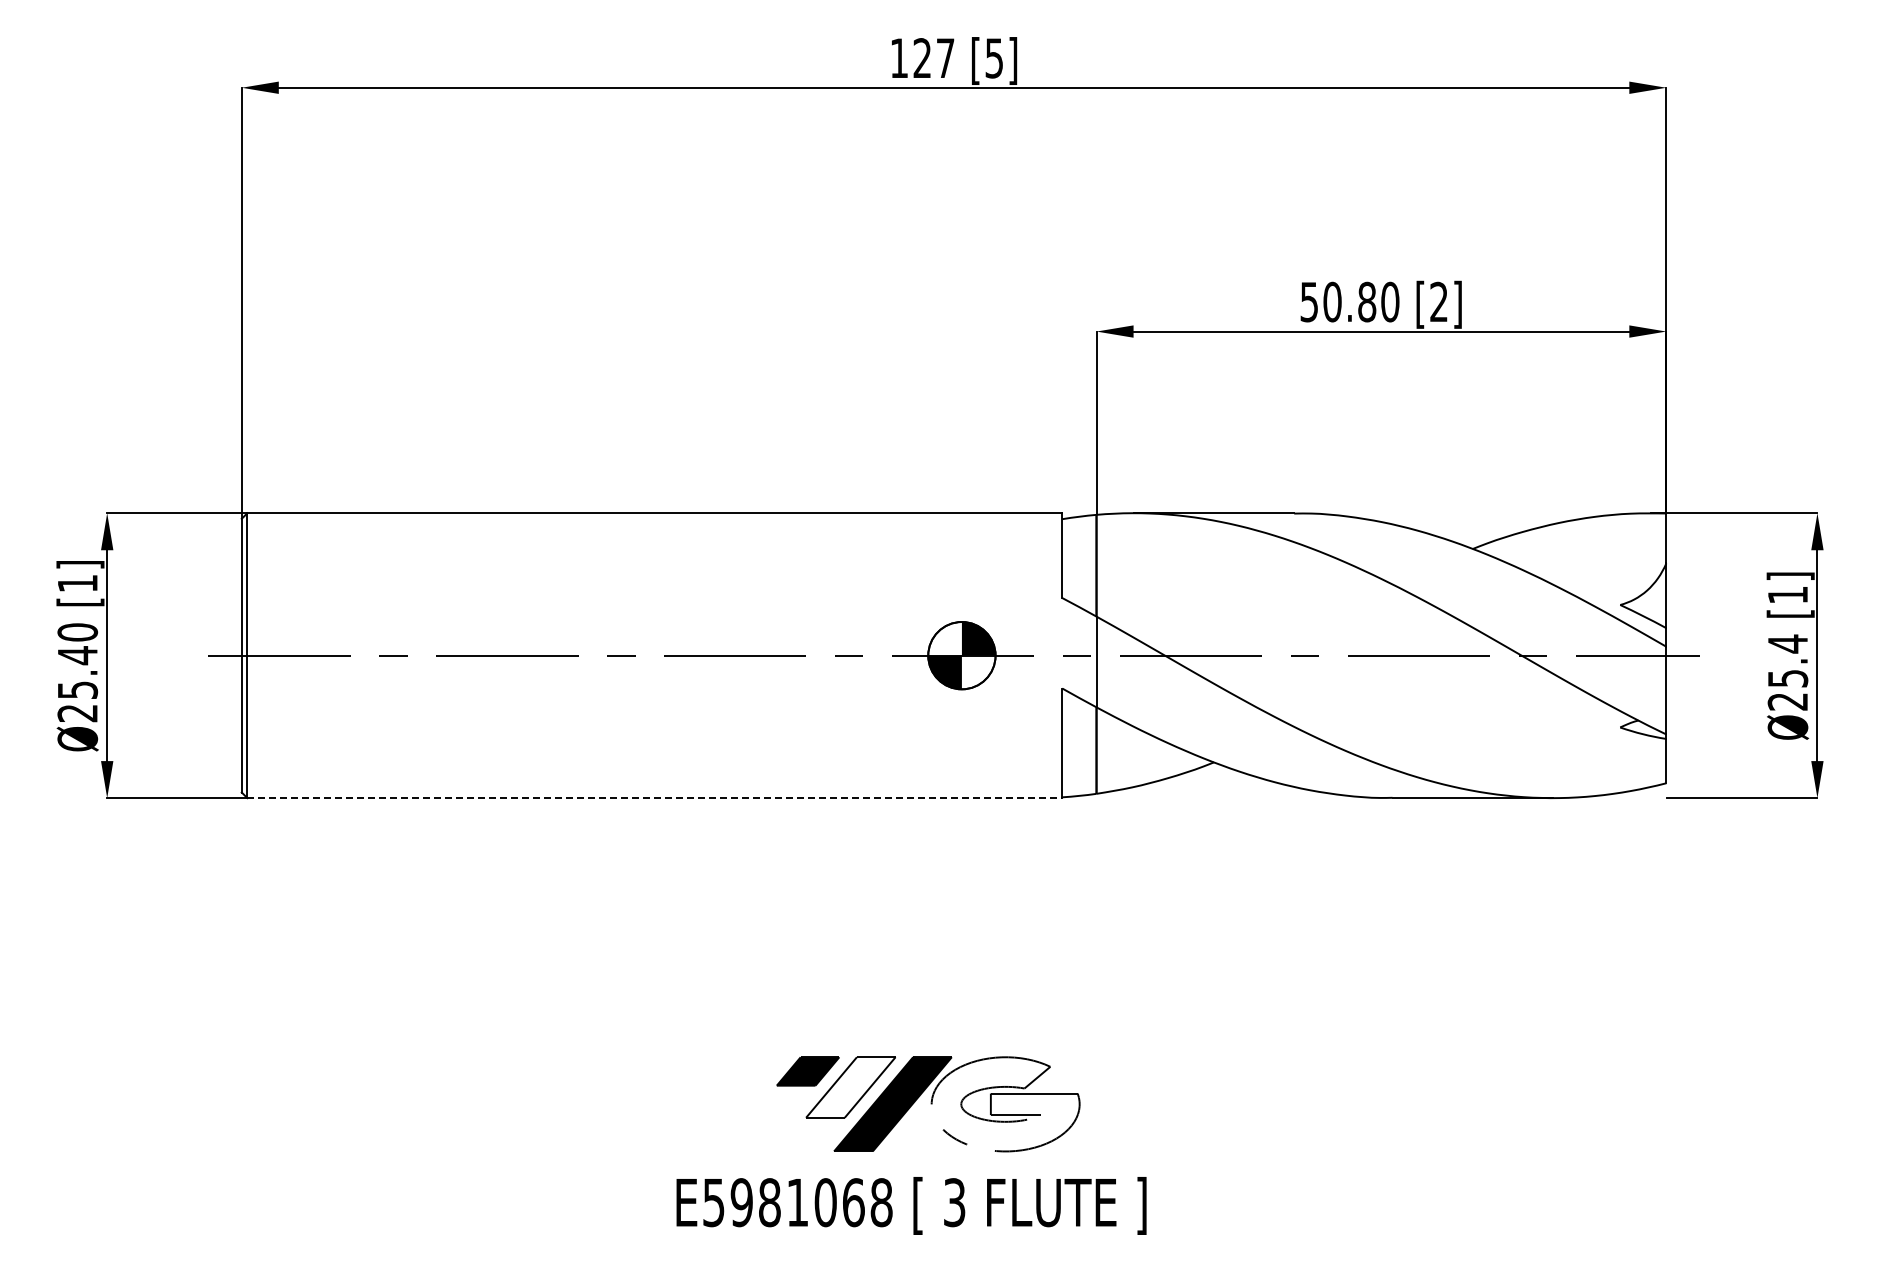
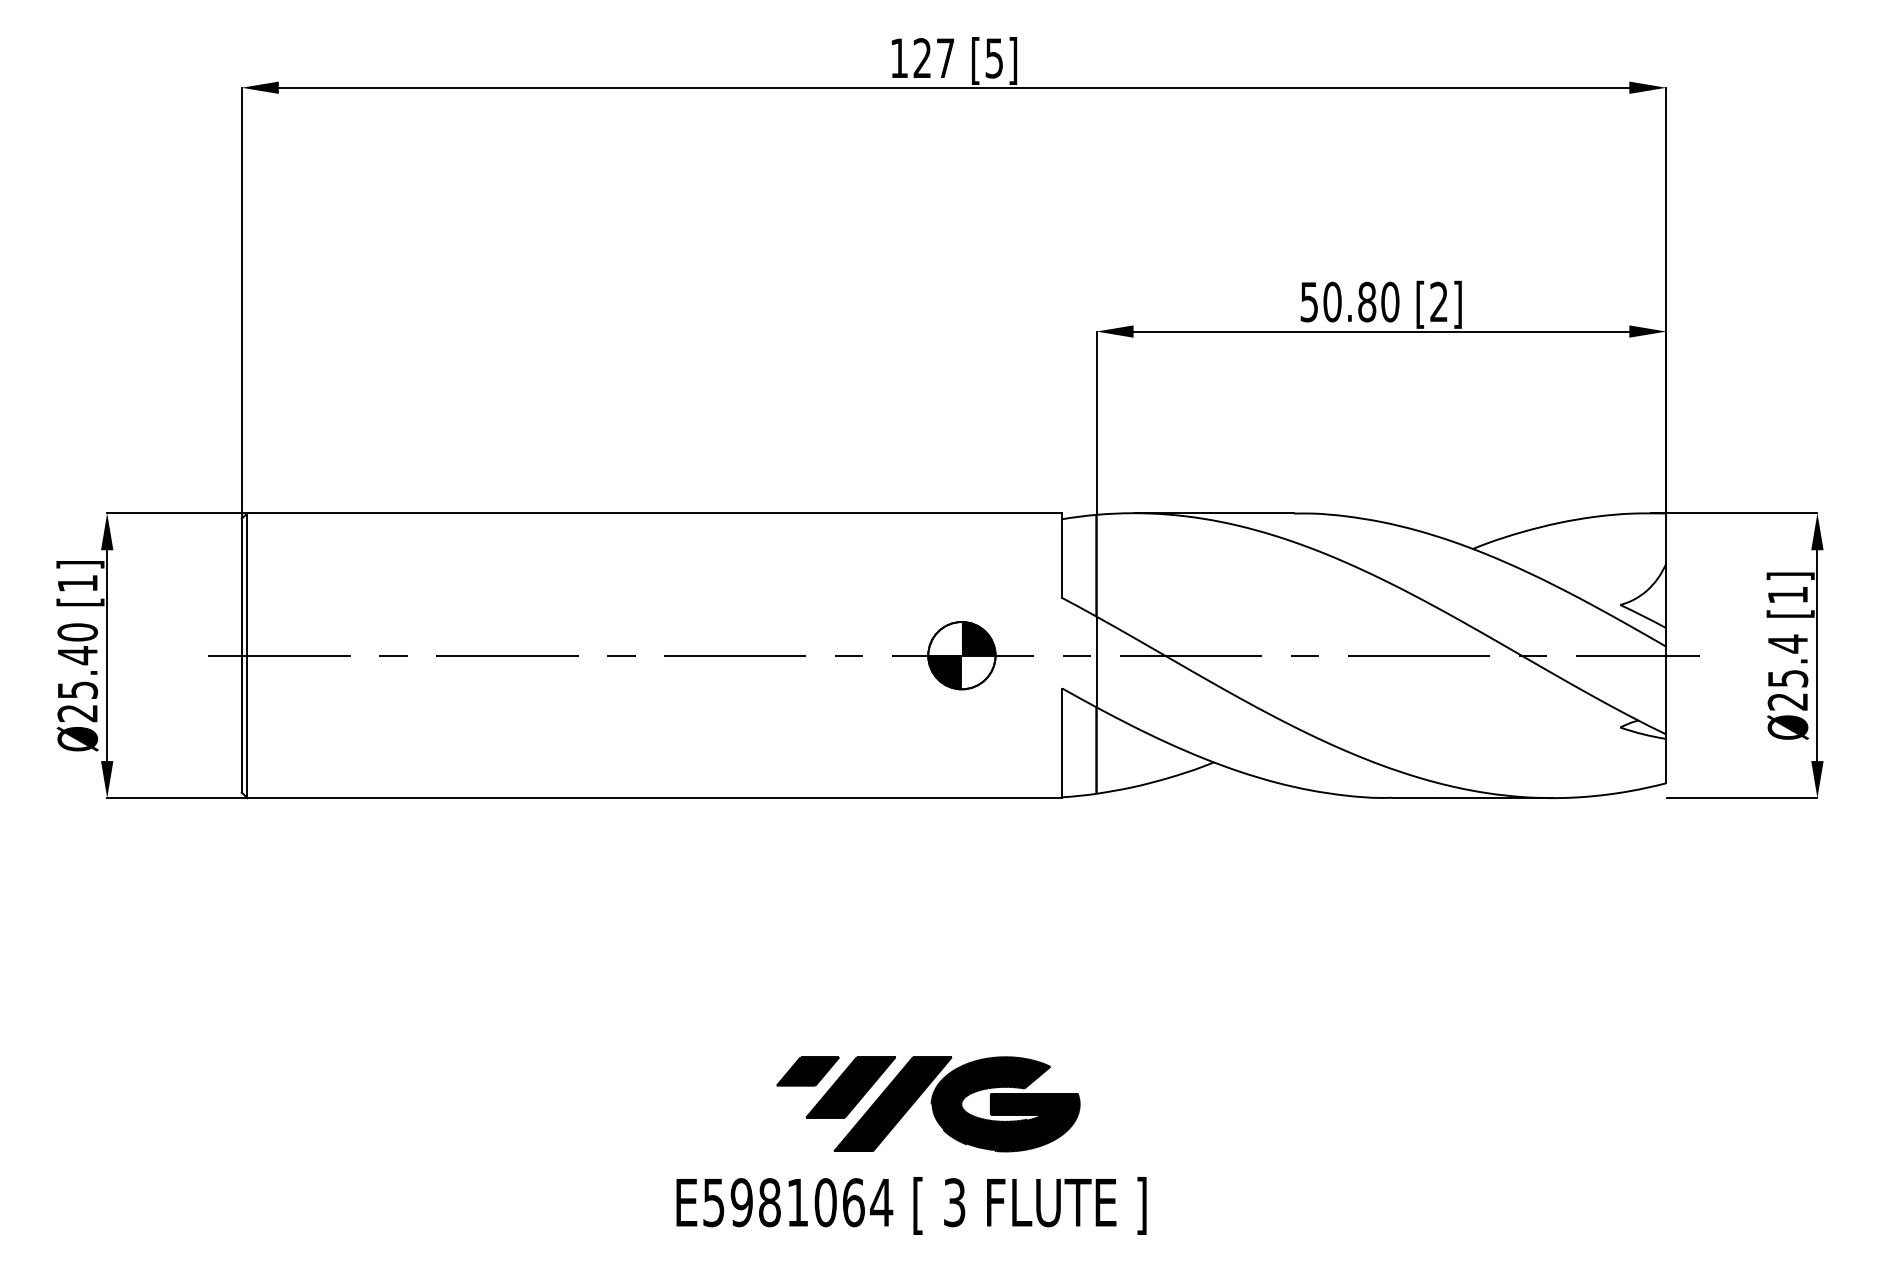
line at (655, 798): dashed -> solid
fill at (850, 1087): none -> present
fill at (1005, 1104): none -> present
text at (881, 1202): E5981068 -> E5981064
